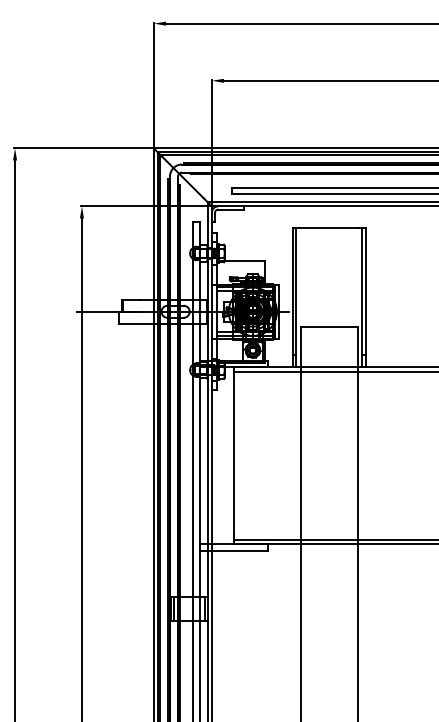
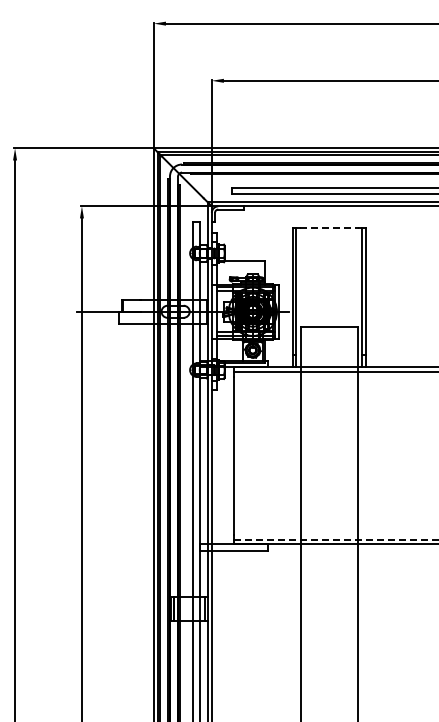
line at (329, 228): solid -> dashed
line at (336, 539): solid -> dashed
